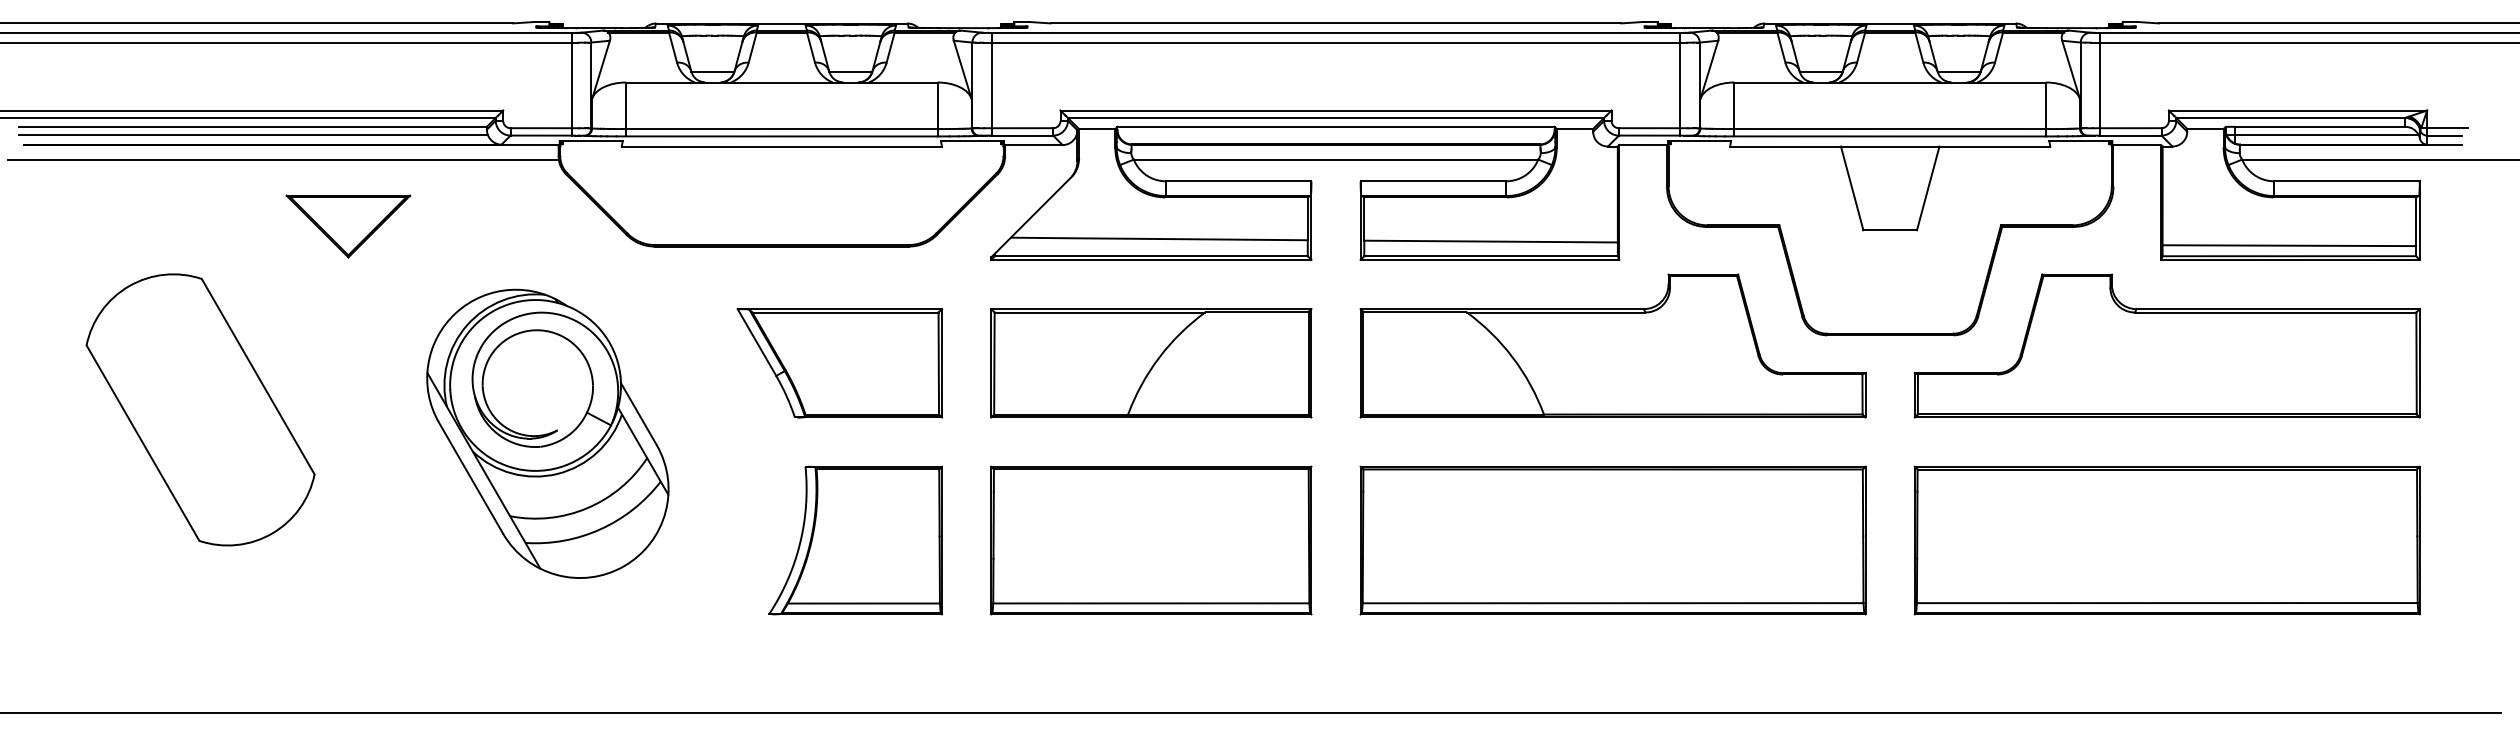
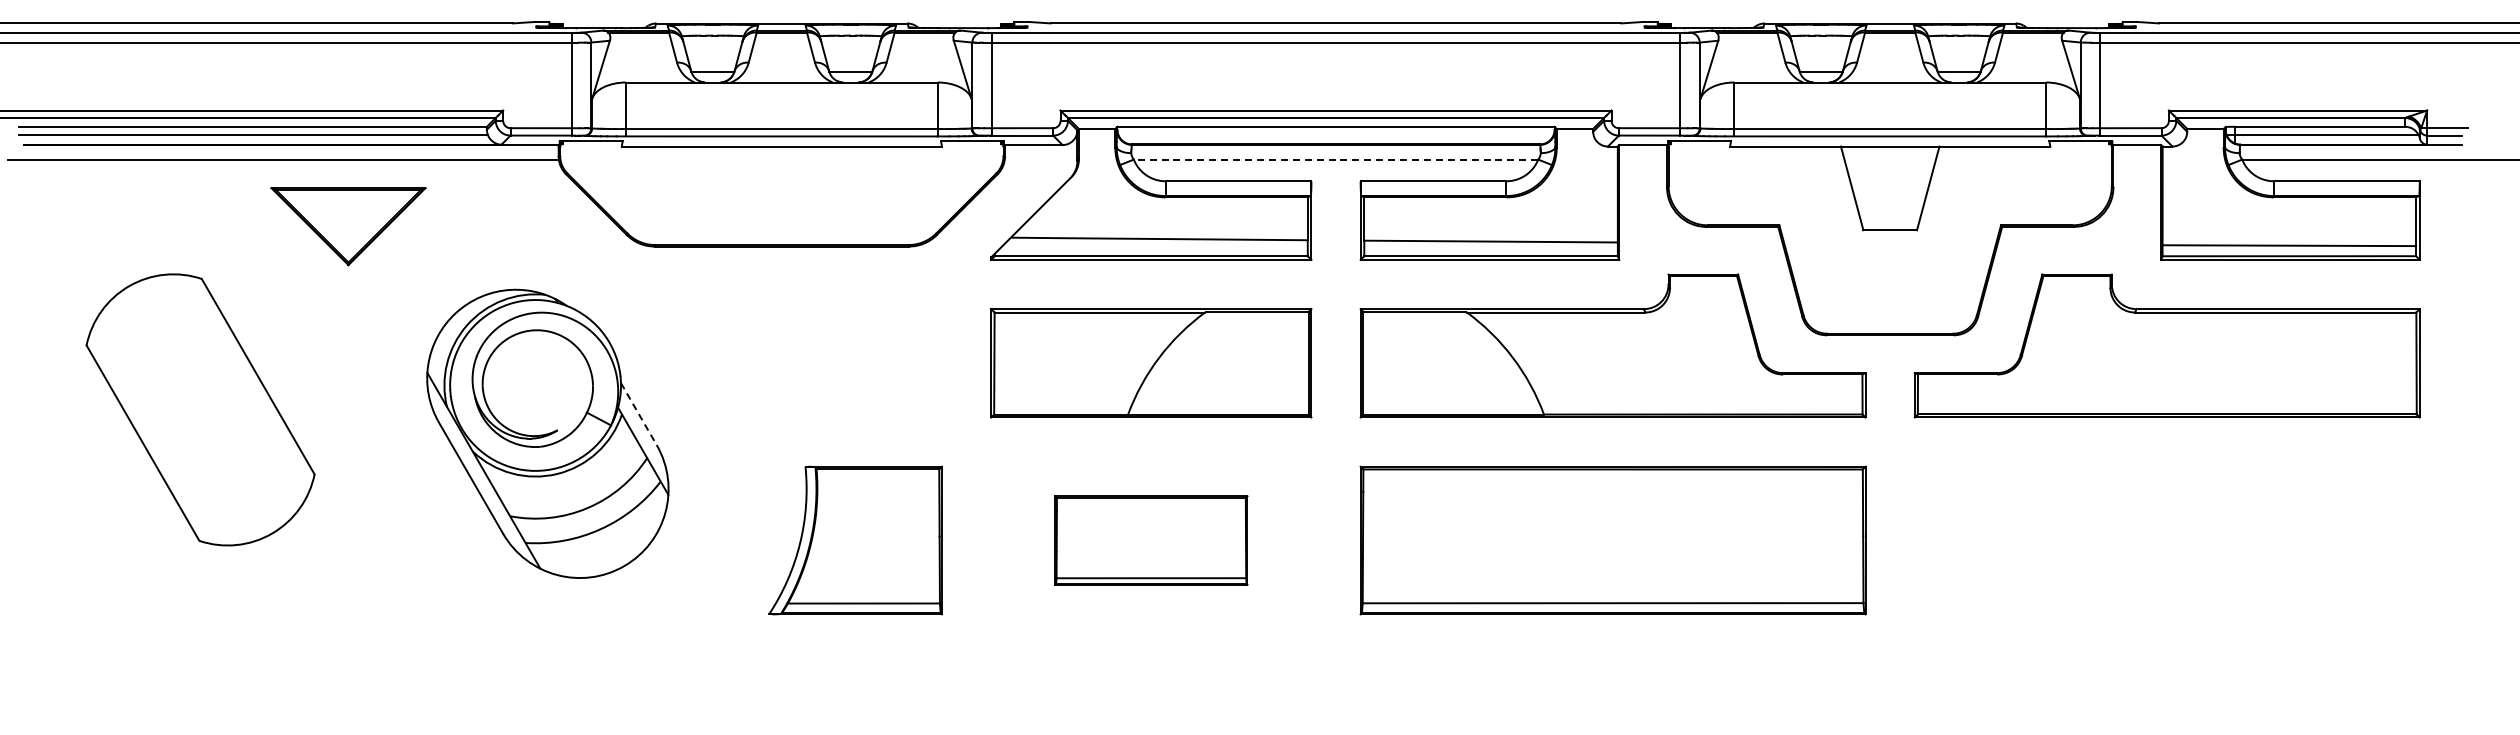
line at (1335, 159): solid -> dashed
part at (347, 226) size: 126x65 px -> 157x80 px
part at (839, 363): present -> none
line at (638, 414): solid -> dashed
part at (1151, 540) size: 323x151 px -> 195x91 px
part at (2166, 540): present -> none
line at (1251, 713): present -> none
